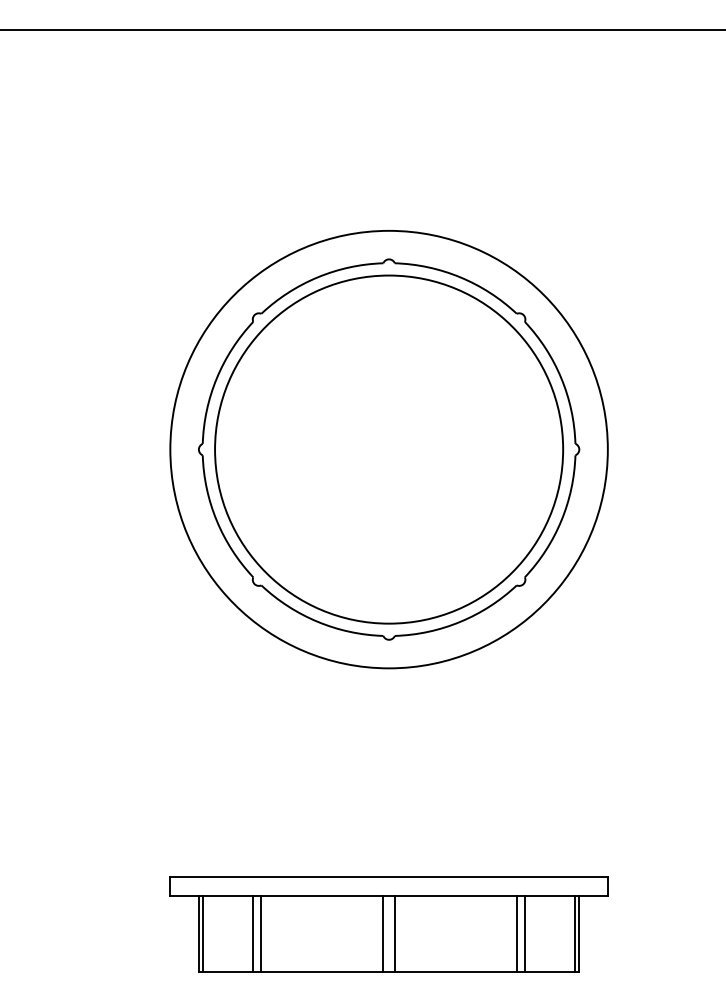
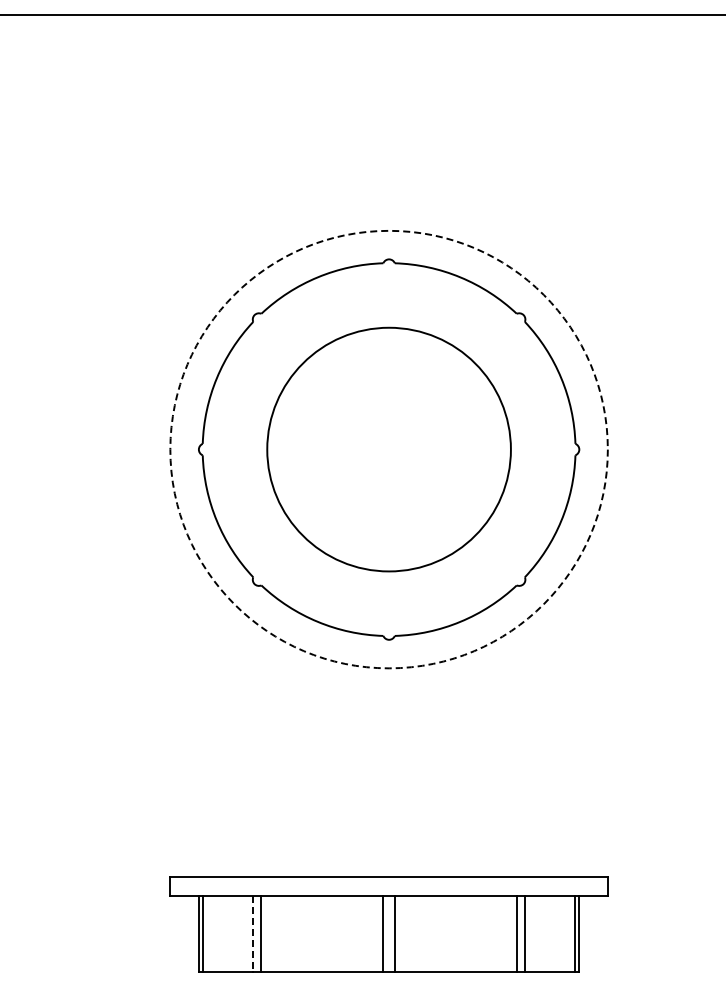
line at (362, 30) position: (362, 30) -> (362, 15)
circle at (388, 449): solid -> dashed
circle at (389, 449) diameter: 348 px -> 244 px
line at (252, 934): solid -> dashed
